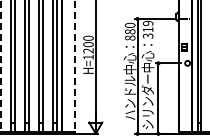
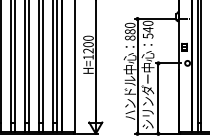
text at (147, 29): 319 -> 540
line at (0, 66): dashed -> solid
line at (74, 66): dashed -> solid
